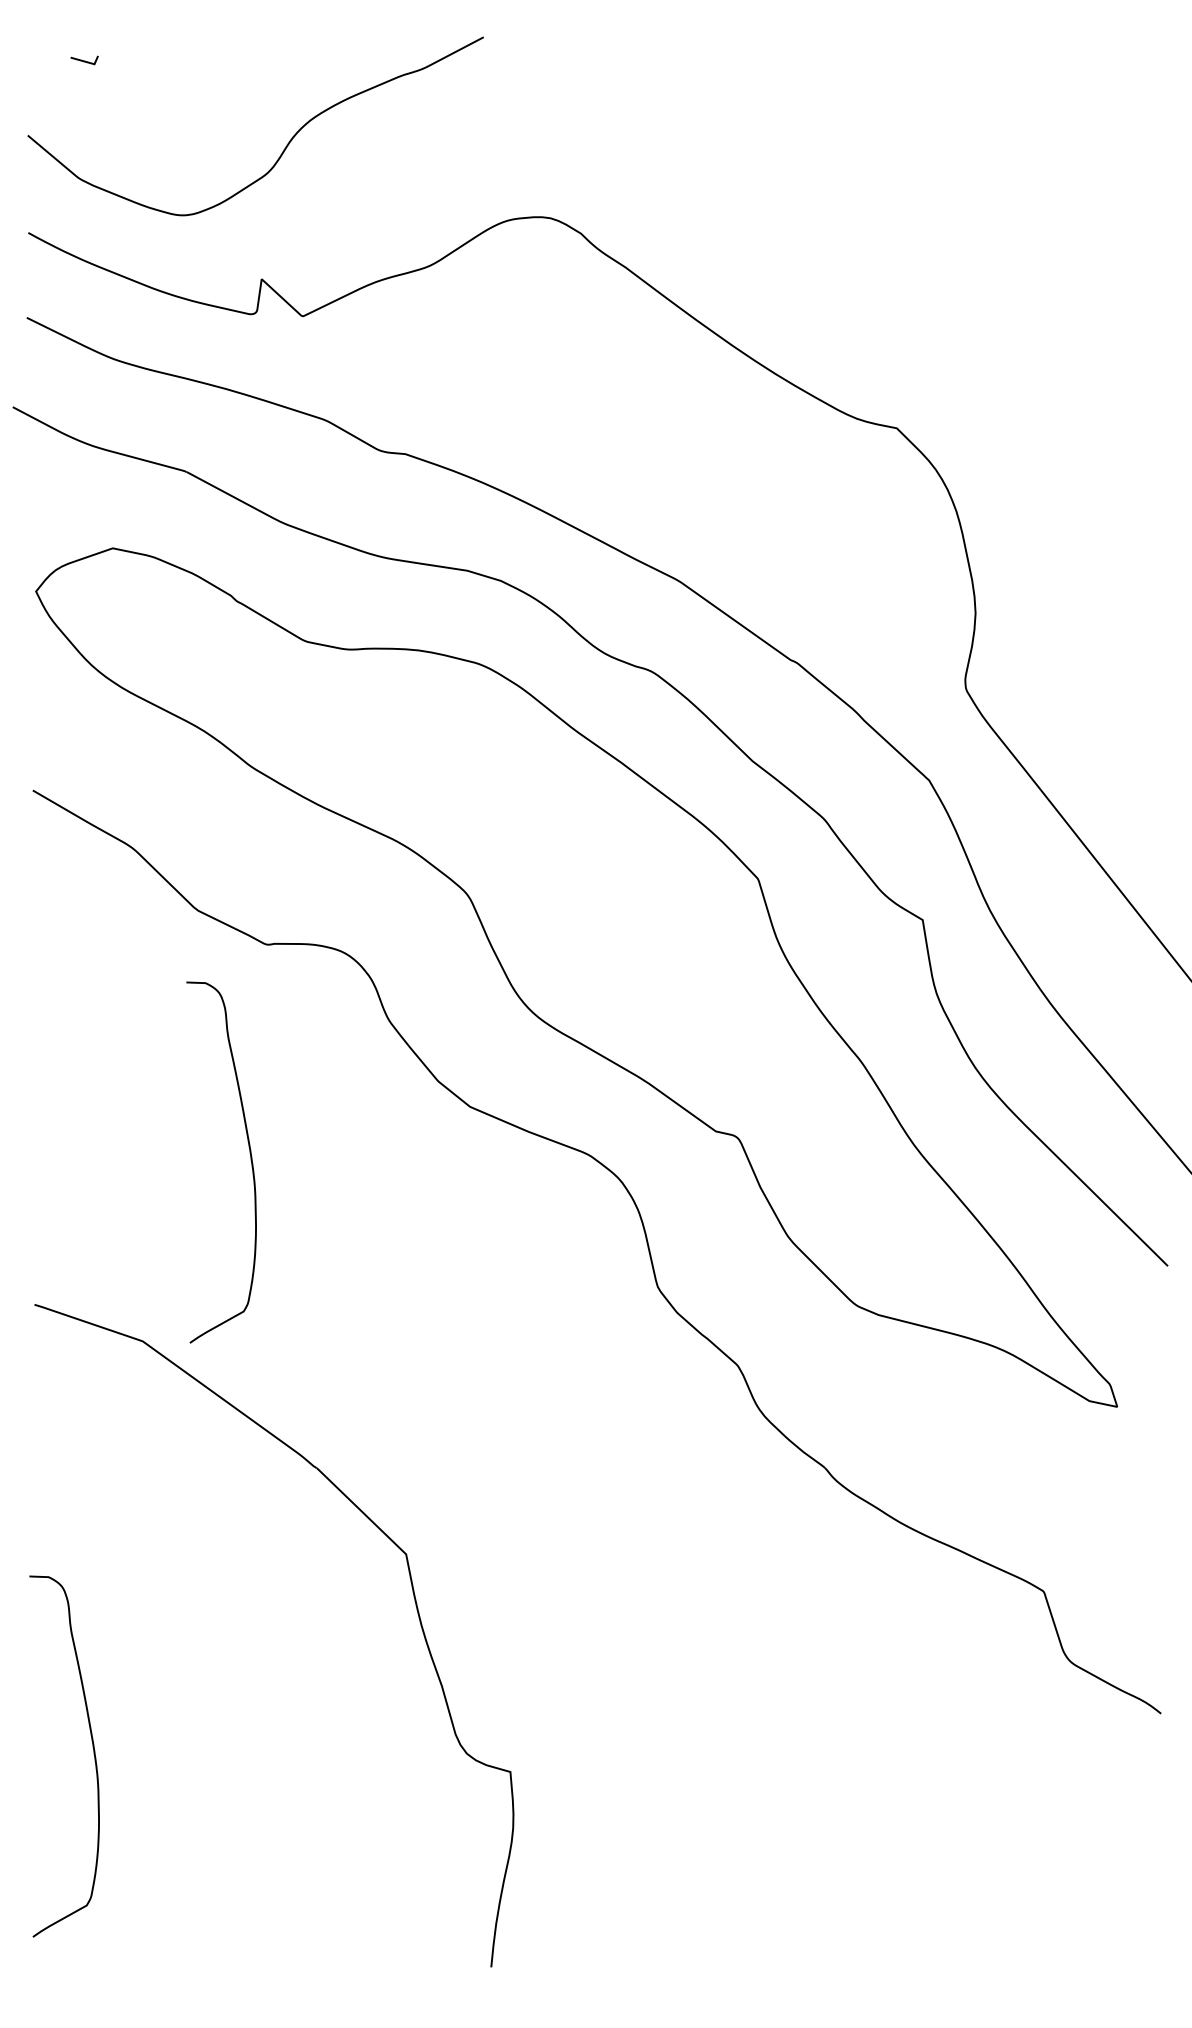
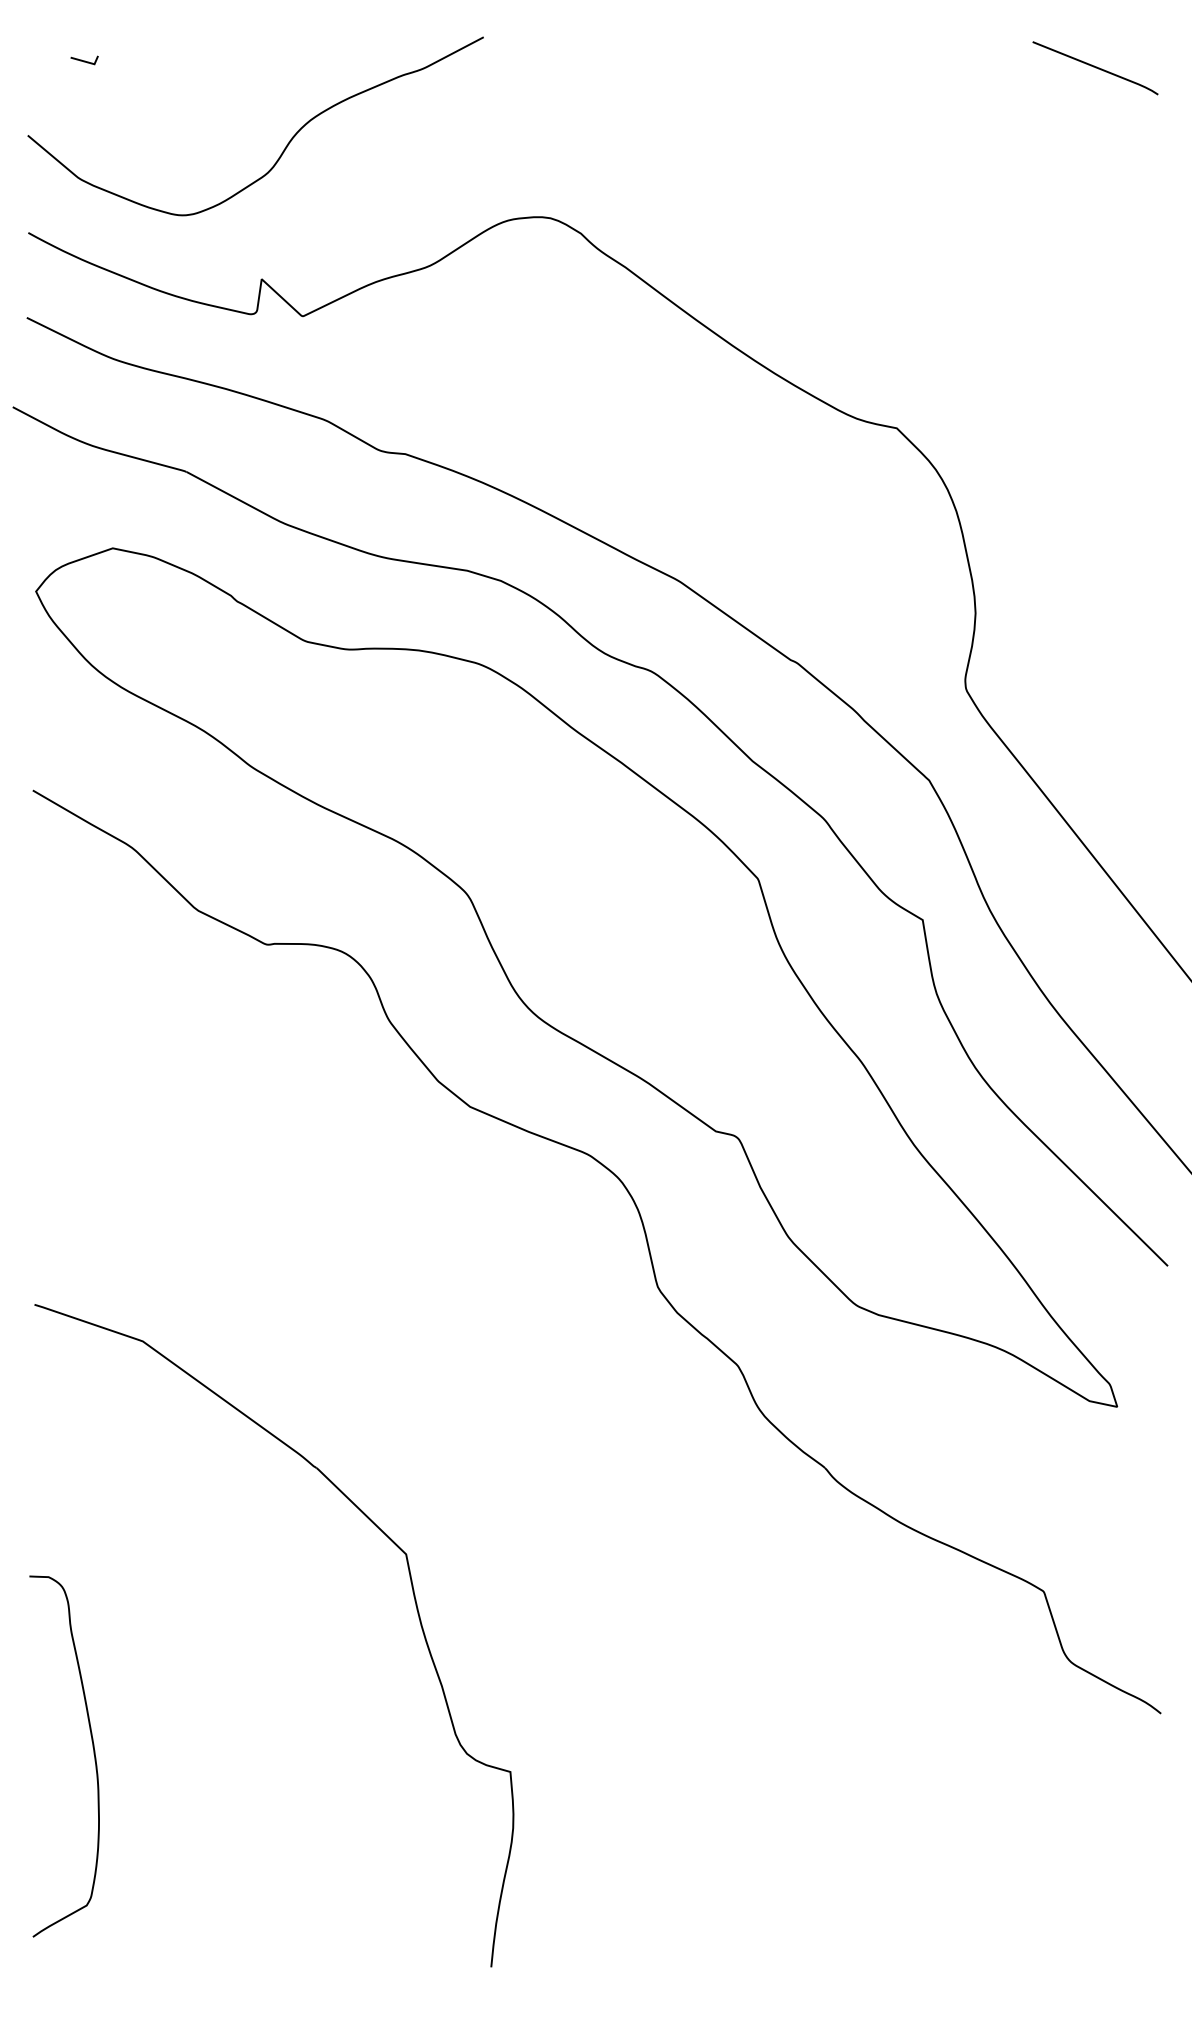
line at (1095, 68): none -> present
curve at (250, 1160): present -> none
